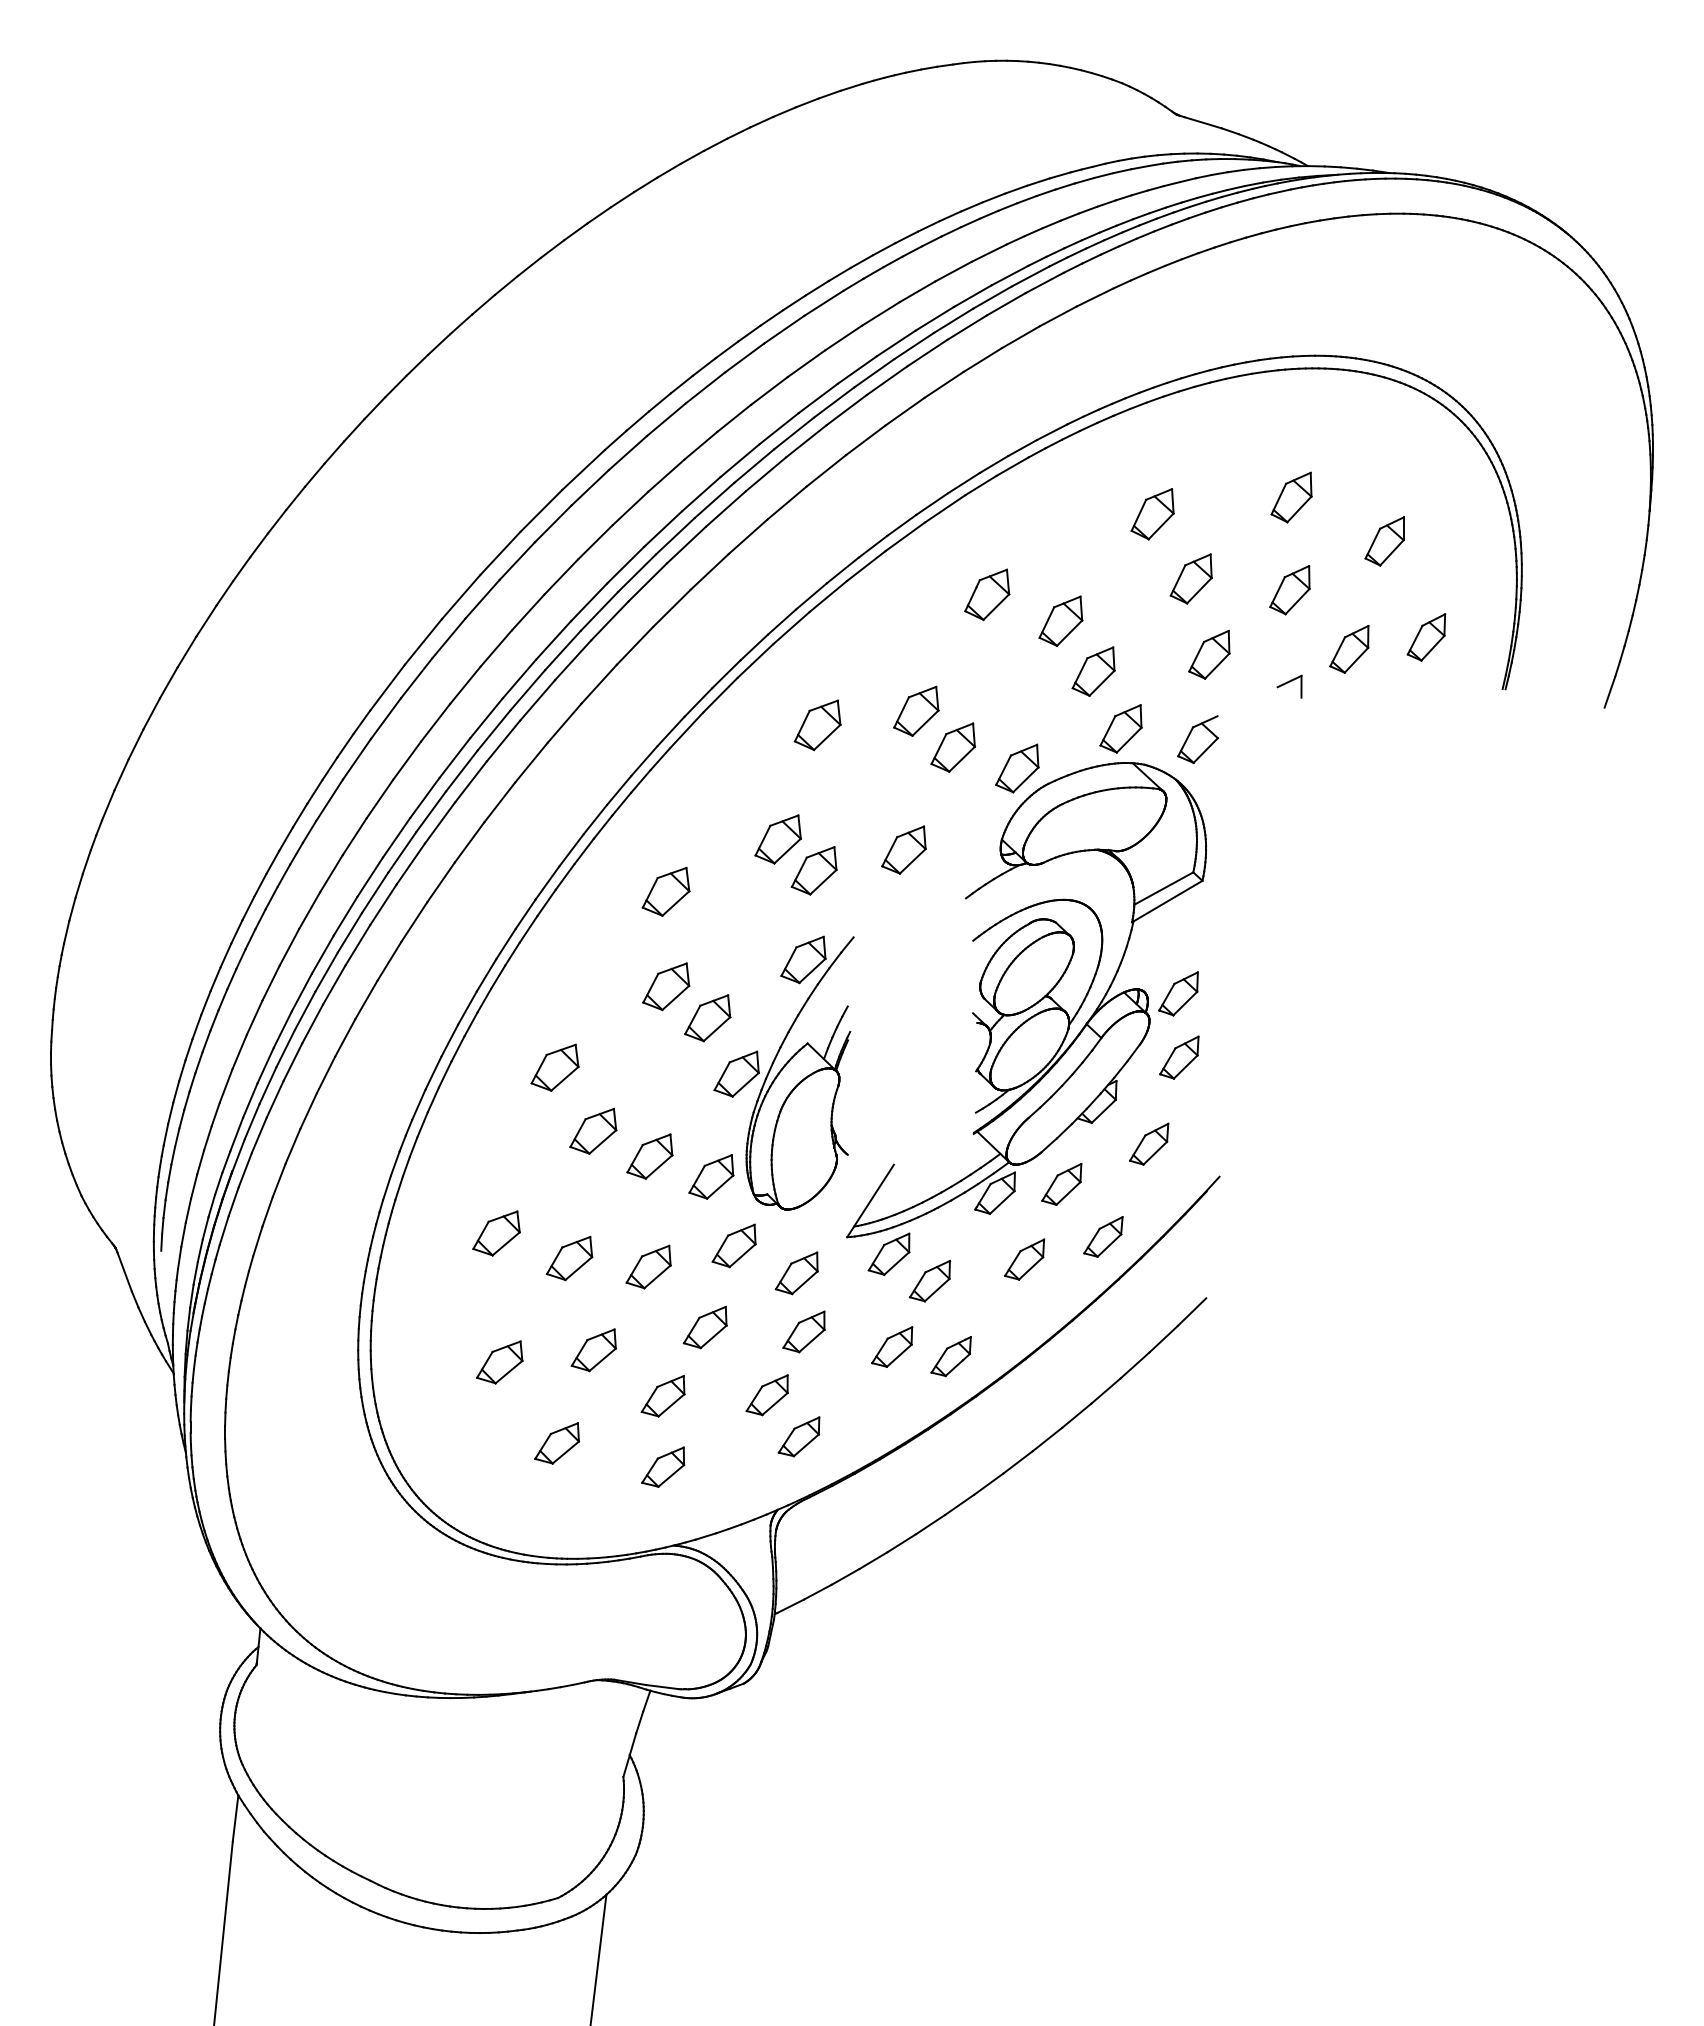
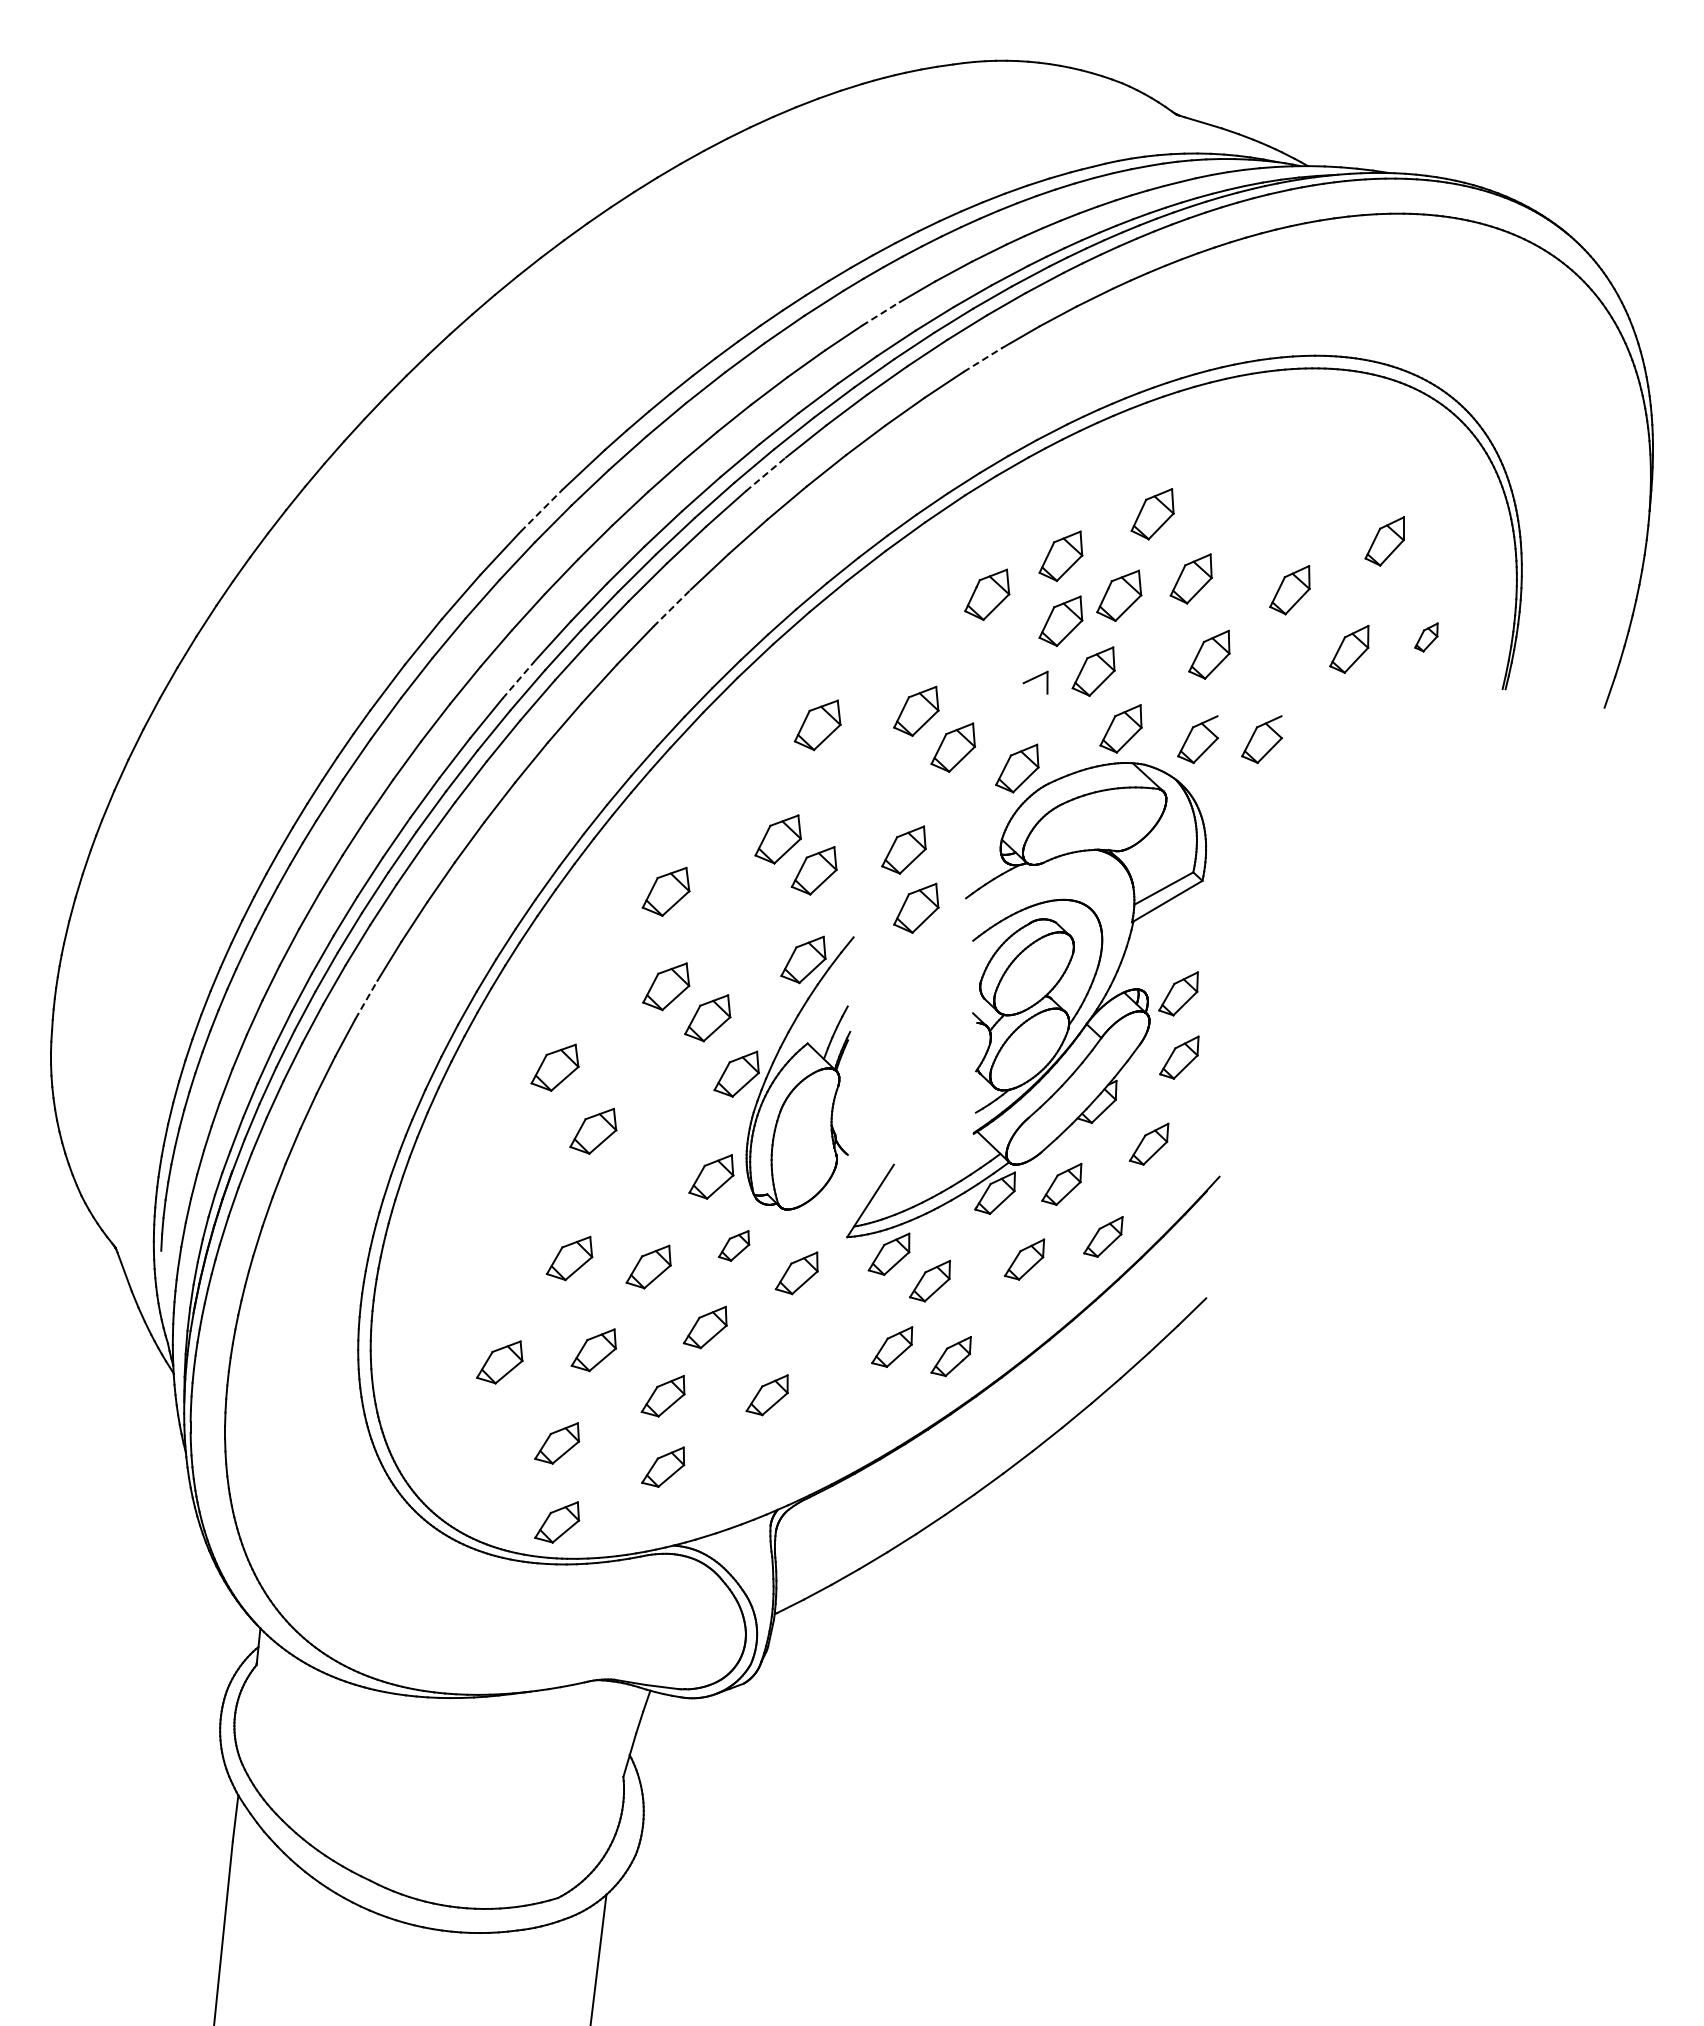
line at (881, 313): solid -> dashed
line at (982, 360): solid -> dashed
line at (766, 474): solid -> dashed
part at (1291, 497): present -> none
line at (541, 510): solid -> dashed
part at (1060, 555): none -> present
part at (1119, 595): none -> present
line at (672, 607): solid -> dashed
part at (1426, 637) size: 41x49 px -> 25x31 px
line at (519, 679): solid -> dashed
part at (1289, 686) position: (1289, 686) -> (1035, 682)
part at (1261, 739): none -> present
part at (916, 907): none -> present
line at (366, 999): solid -> dashed
part at (649, 1156): present -> none
part at (496, 1233): present -> none
part at (733, 1245) size: 46x46 px -> 33x32 px
part at (803, 1331): present -> none
part at (798, 1436): present -> none
part at (557, 1522): none -> present
